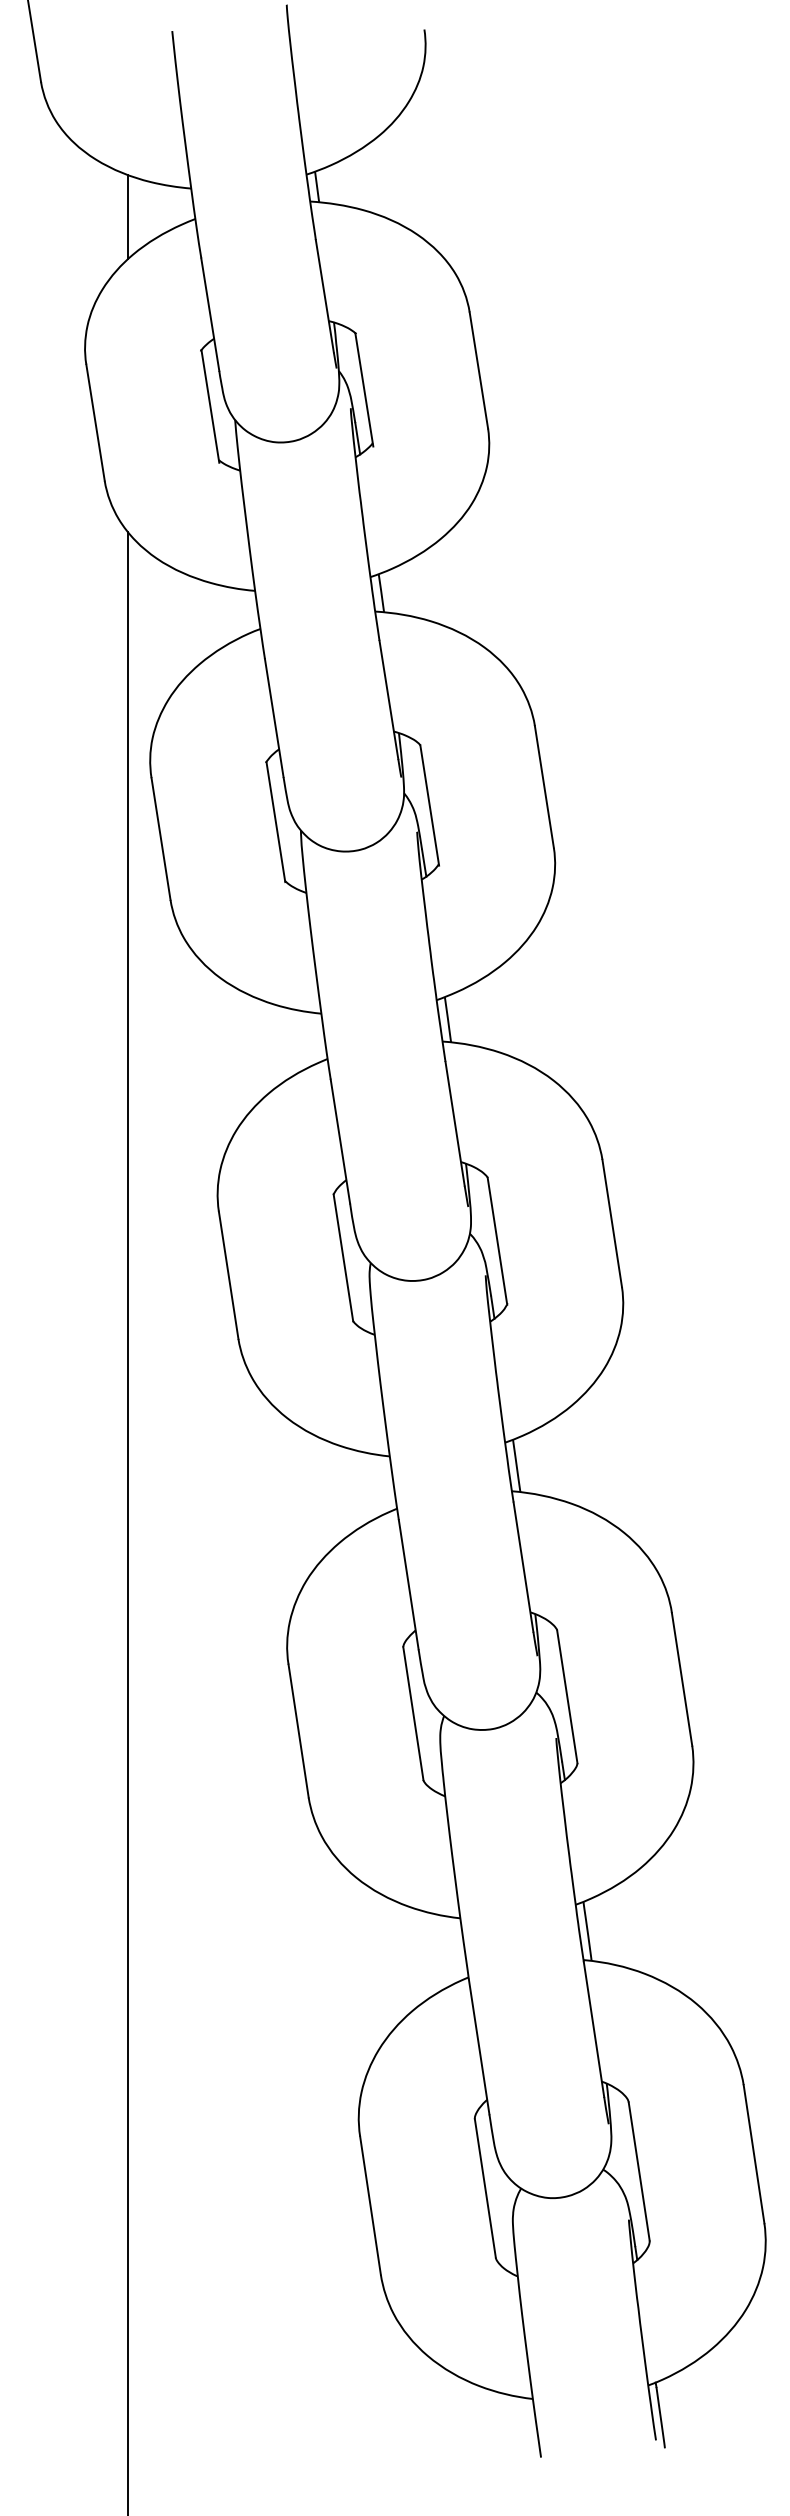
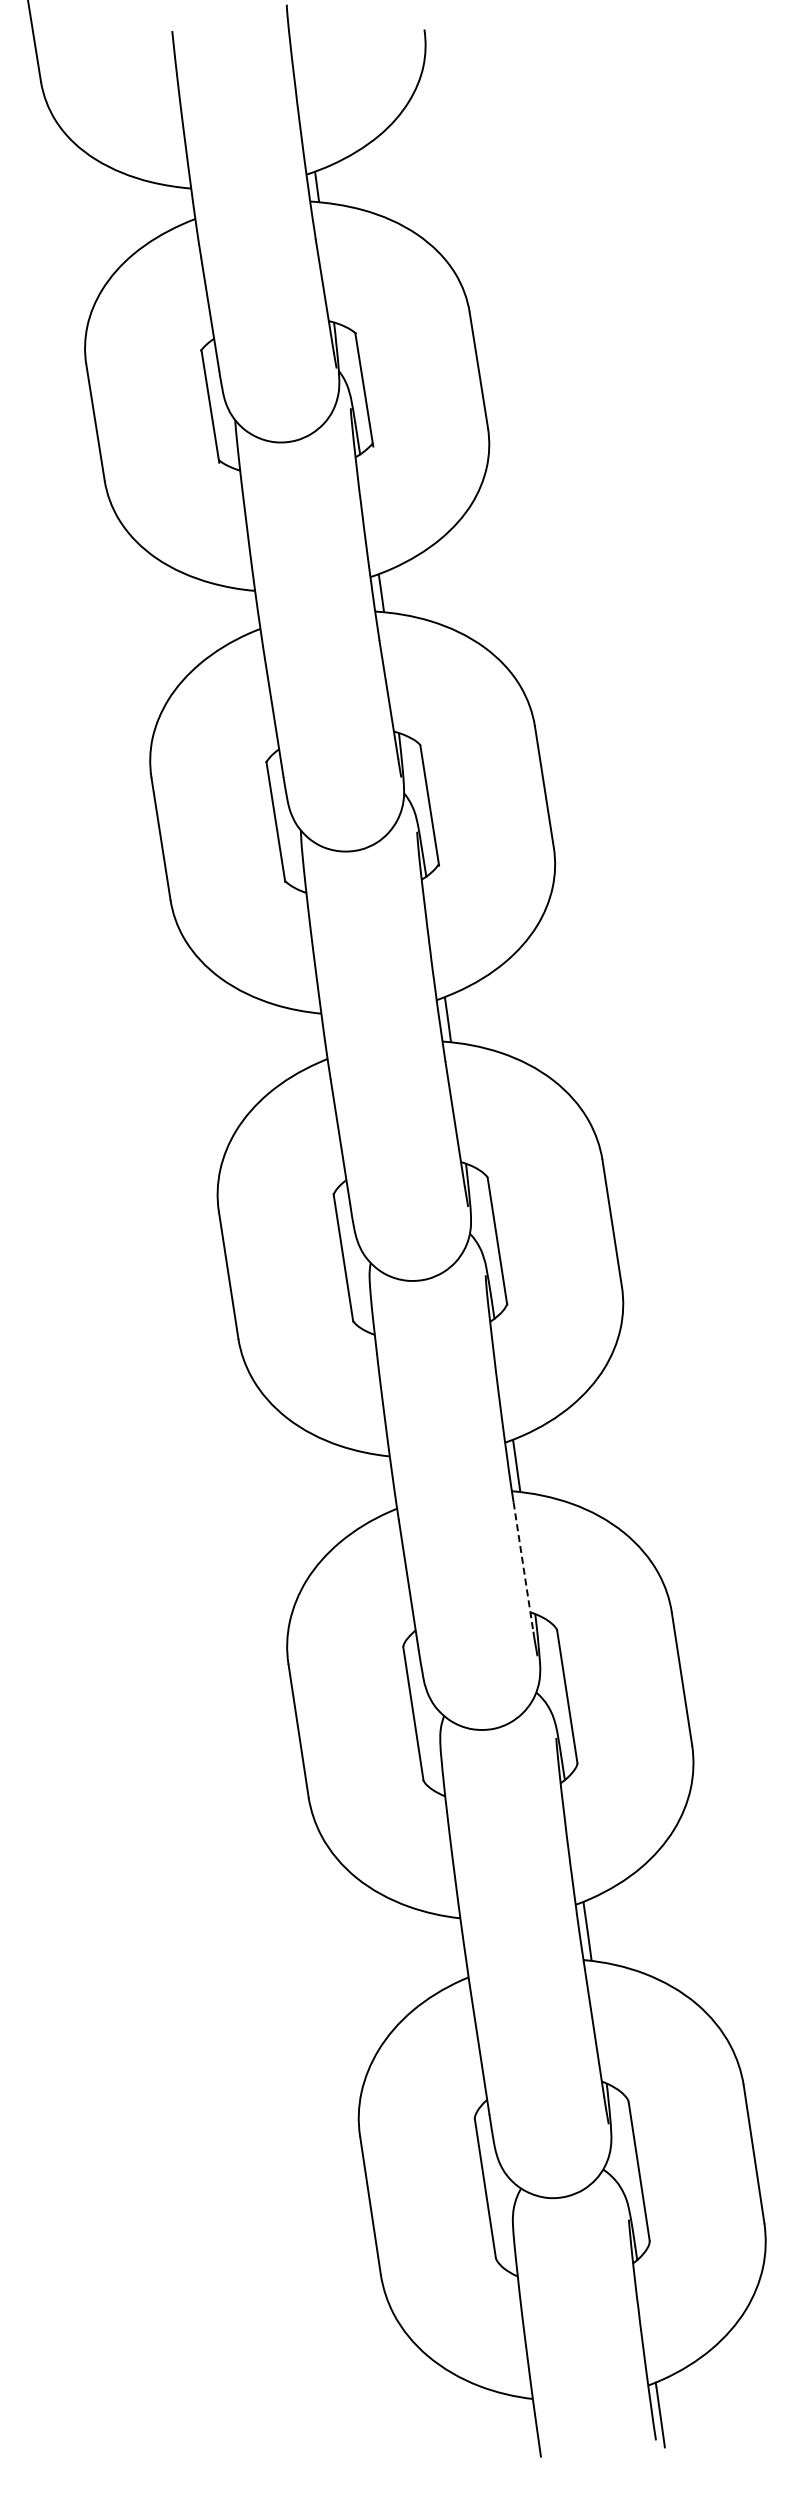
line at (127, 217): present -> none
line at (127, 1521): present -> none
line at (523, 1567): solid -> dashed
